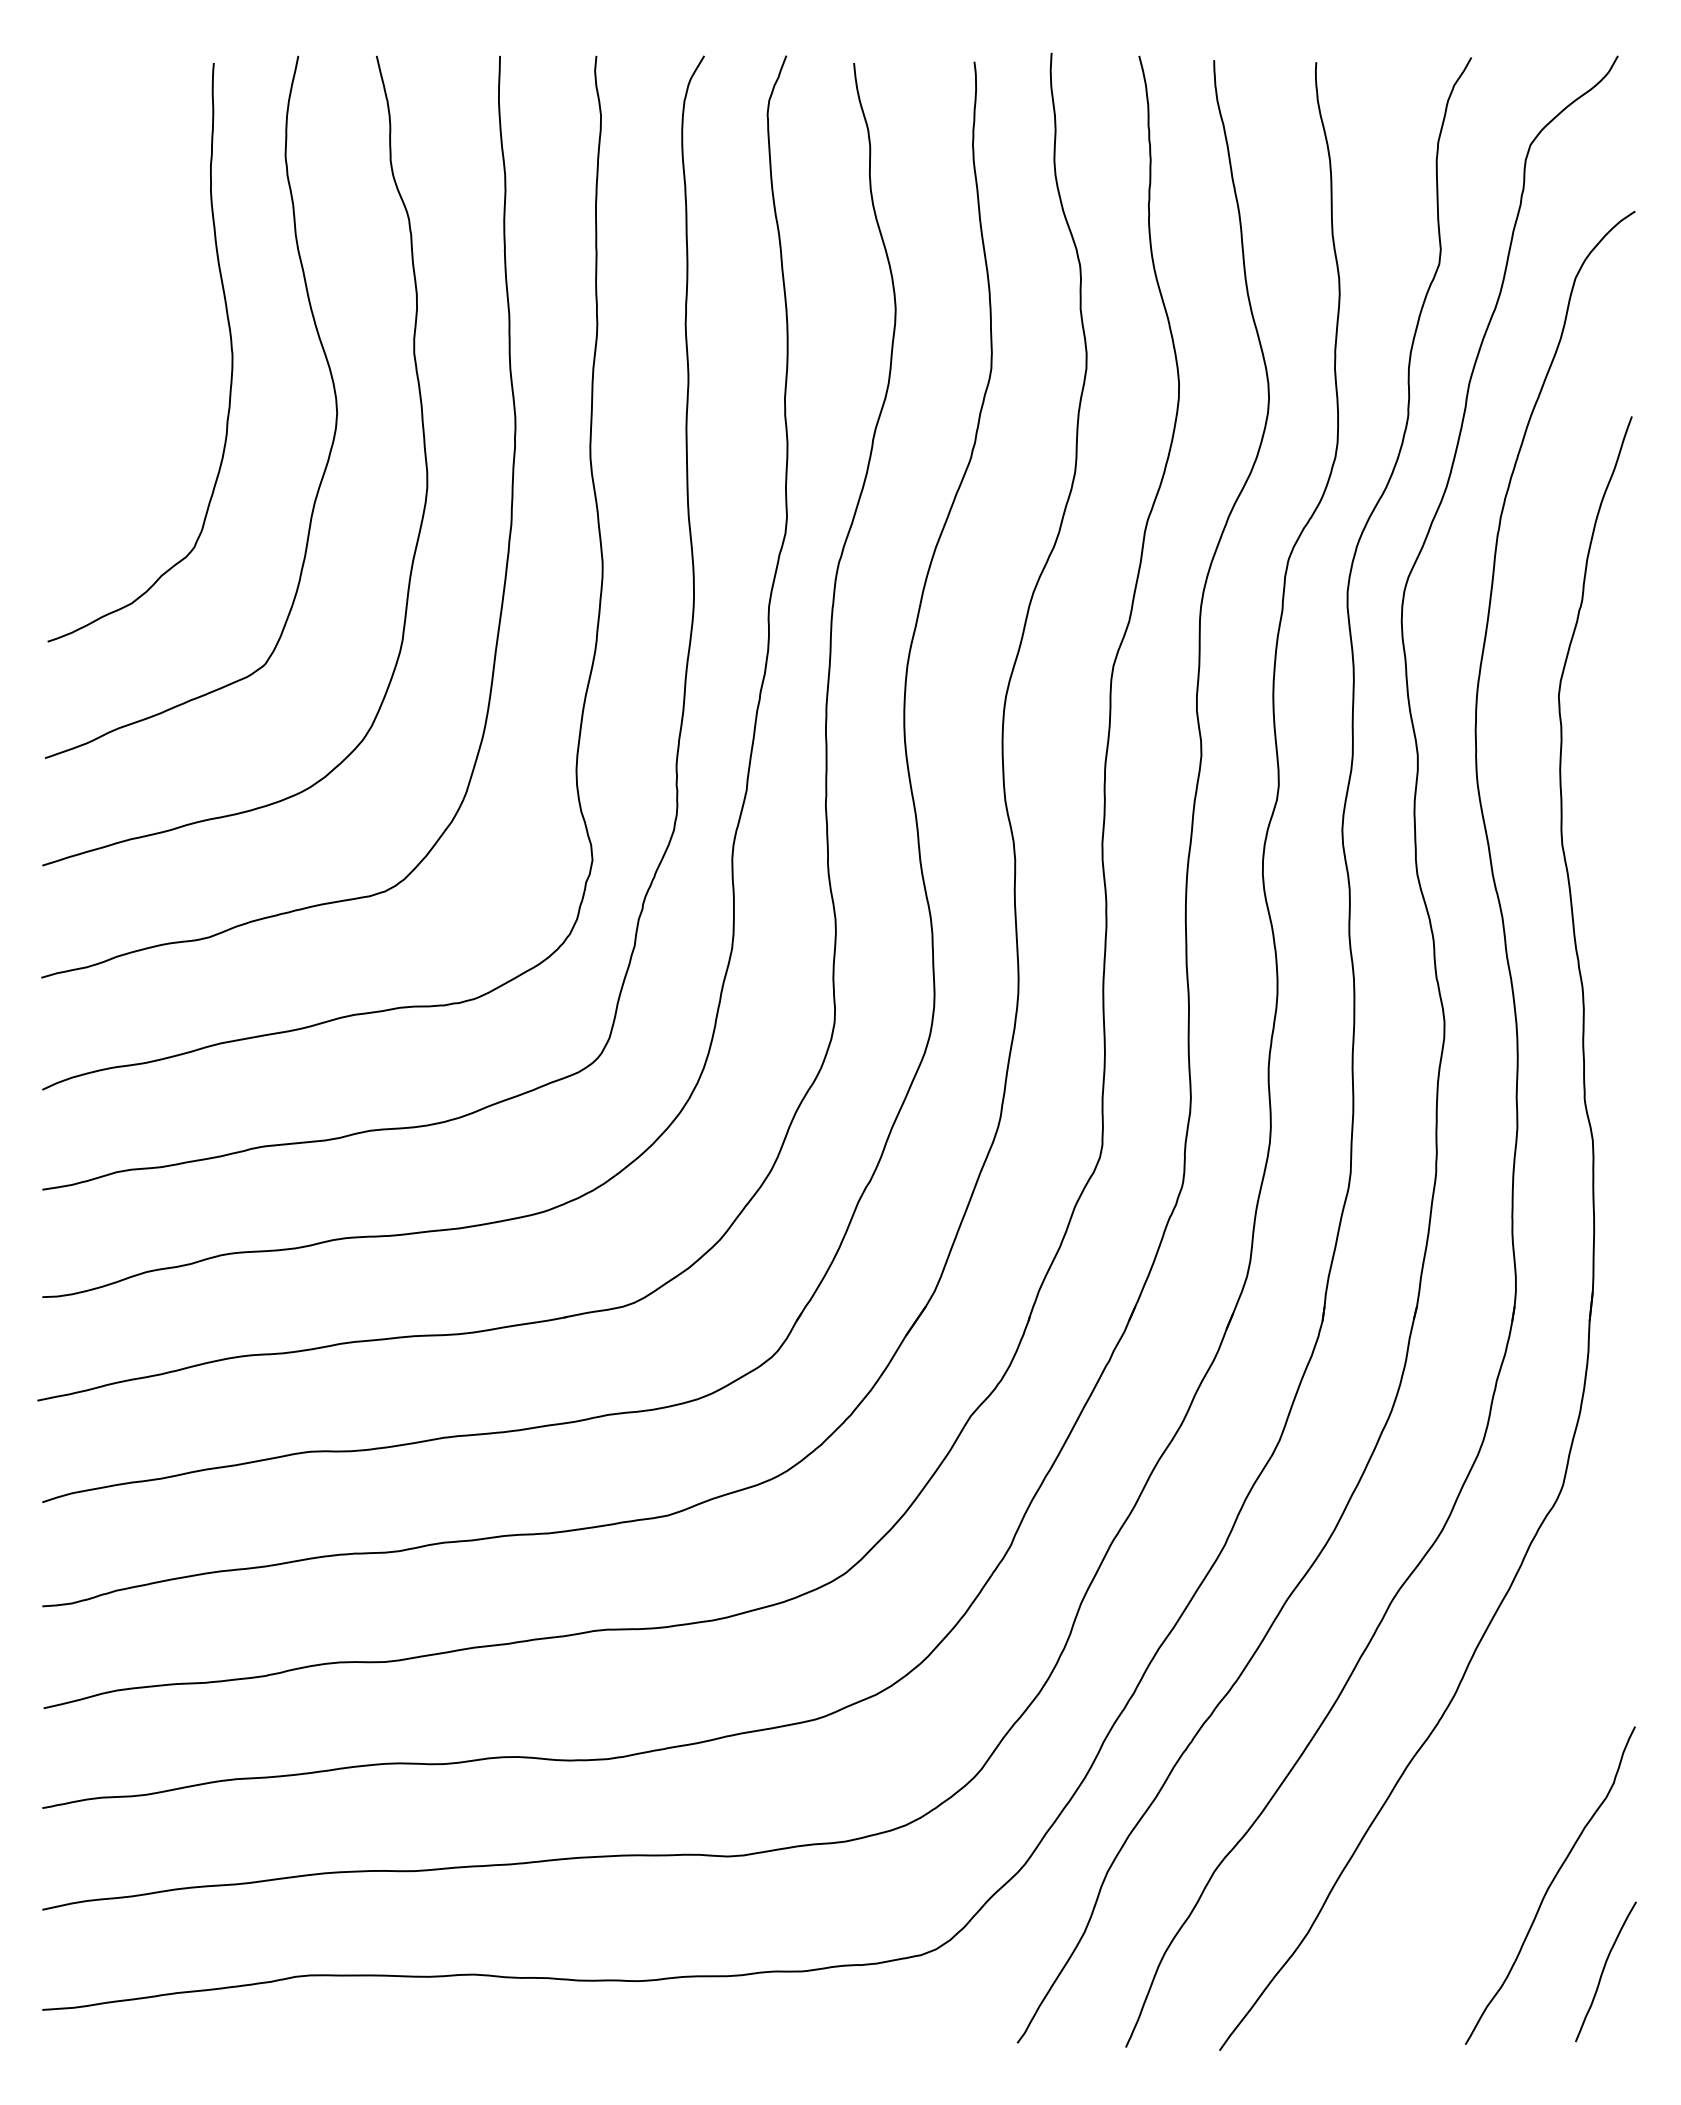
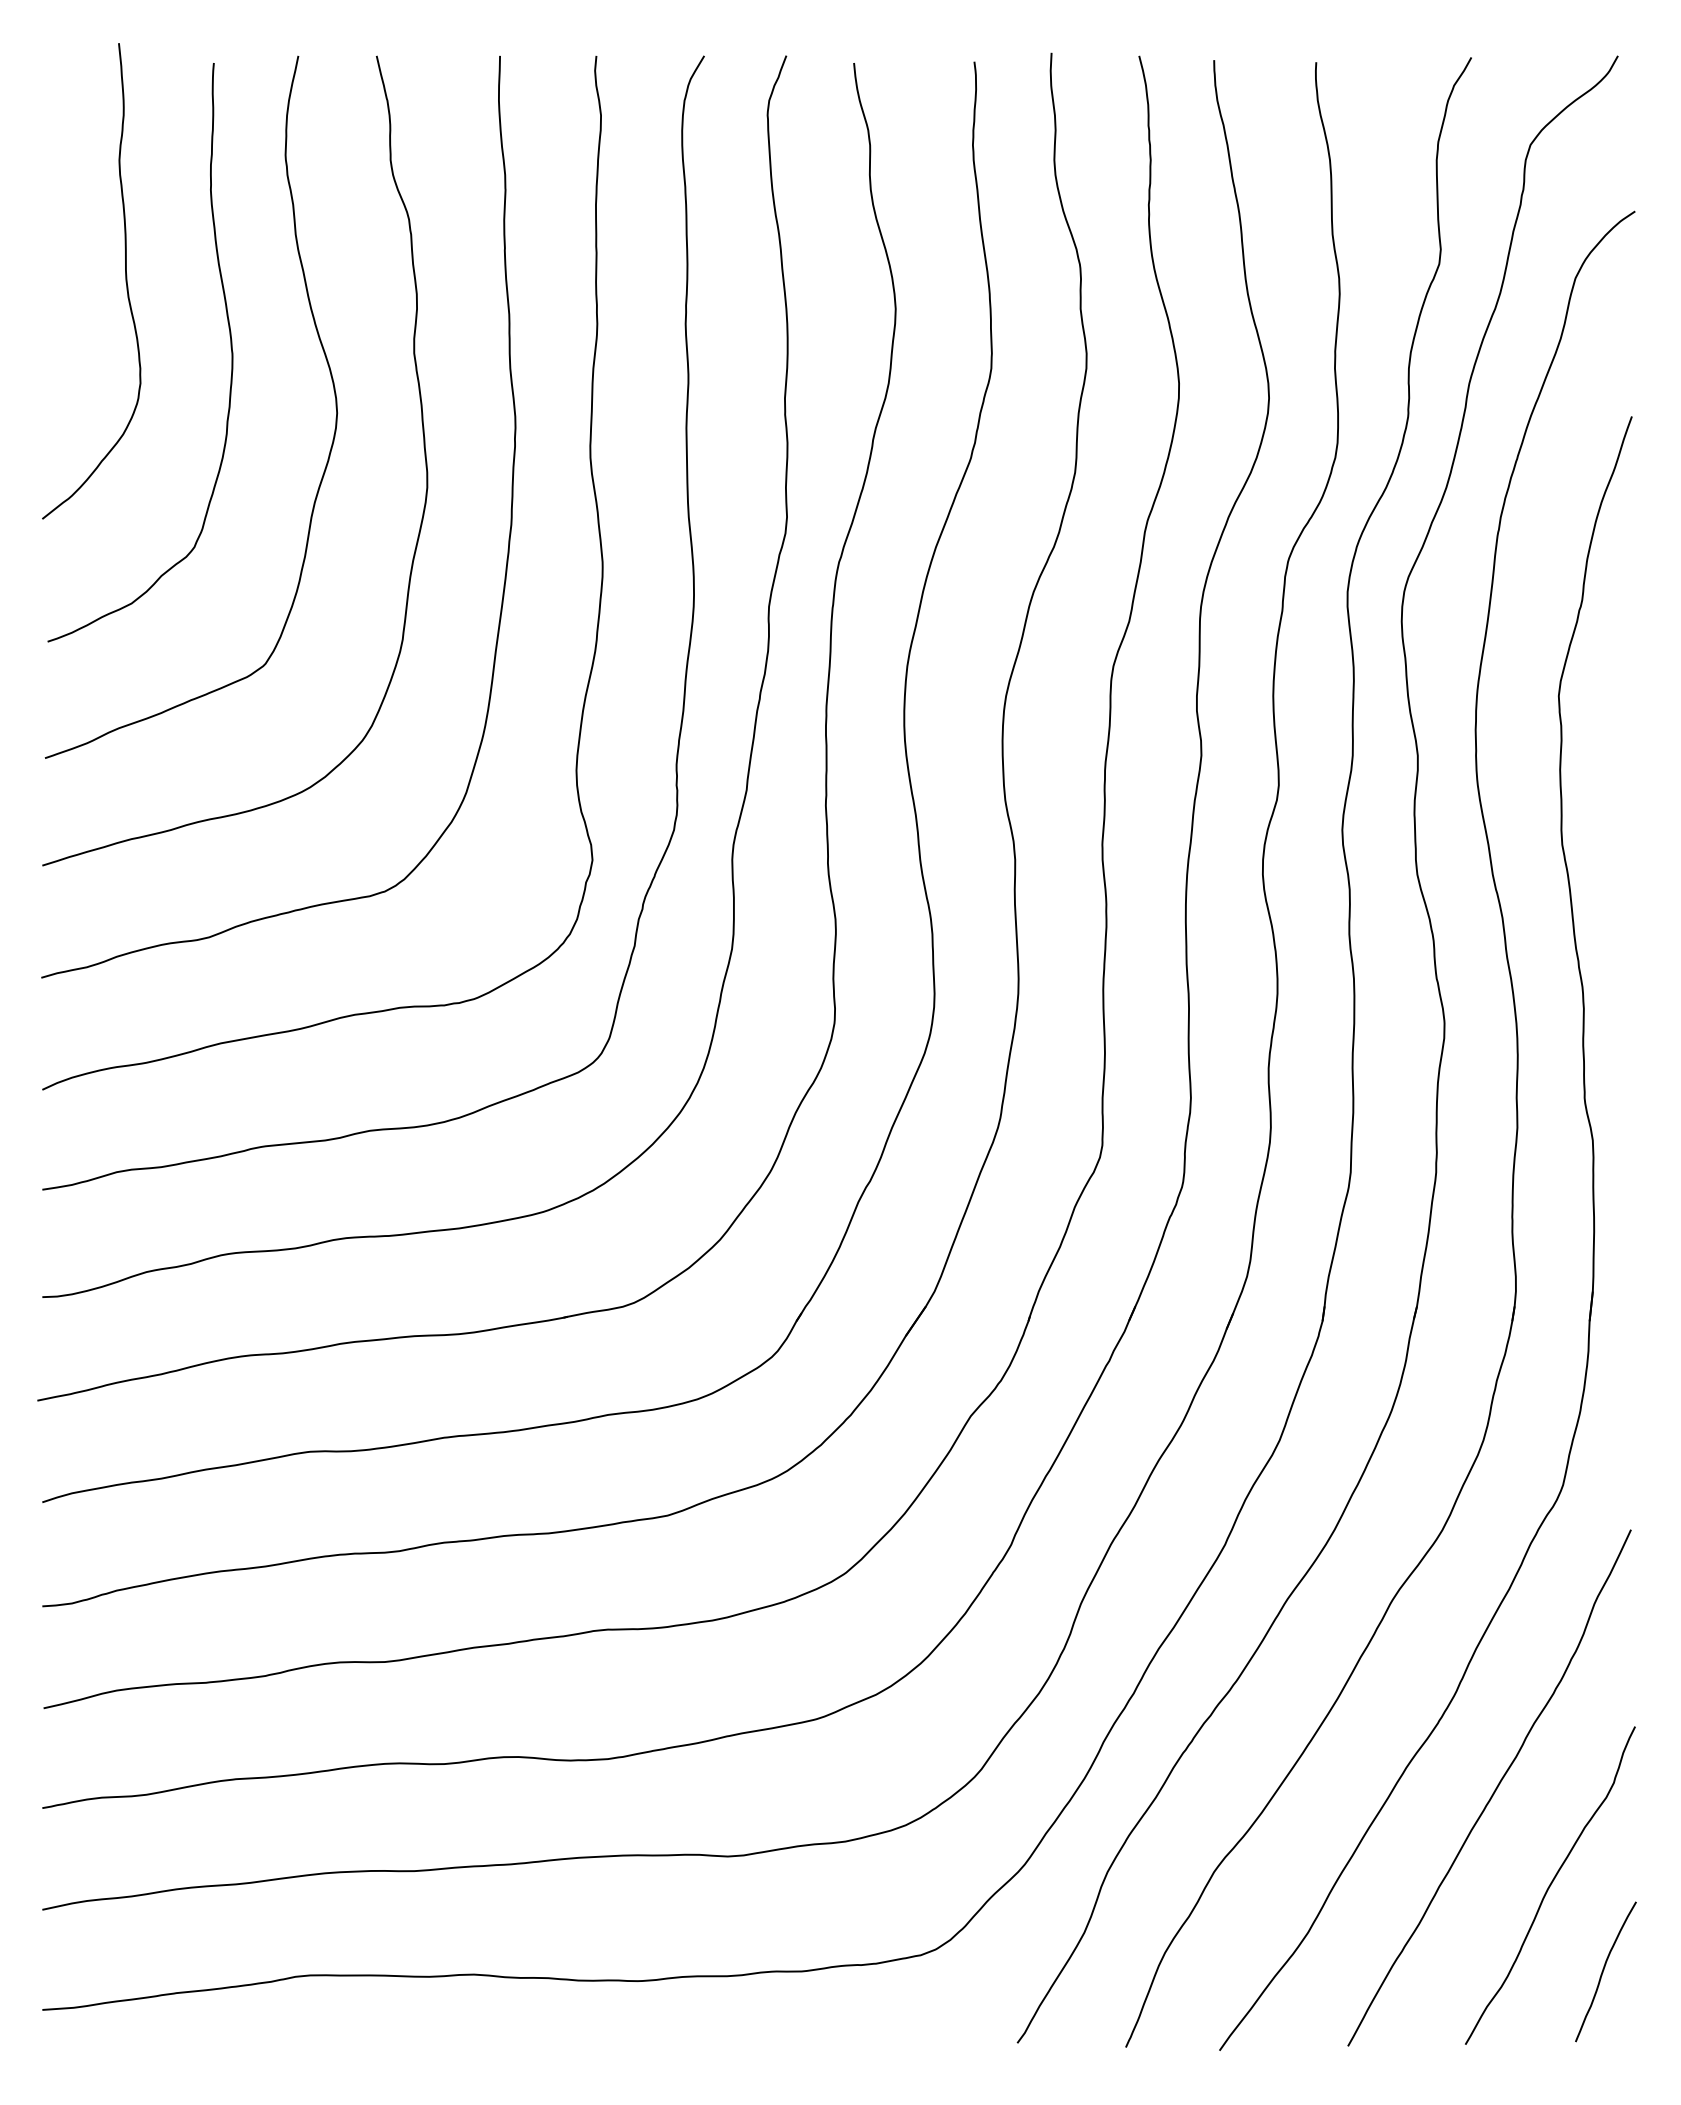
curve at (125, 281): none -> present
curve at (1493, 1791): none -> present
